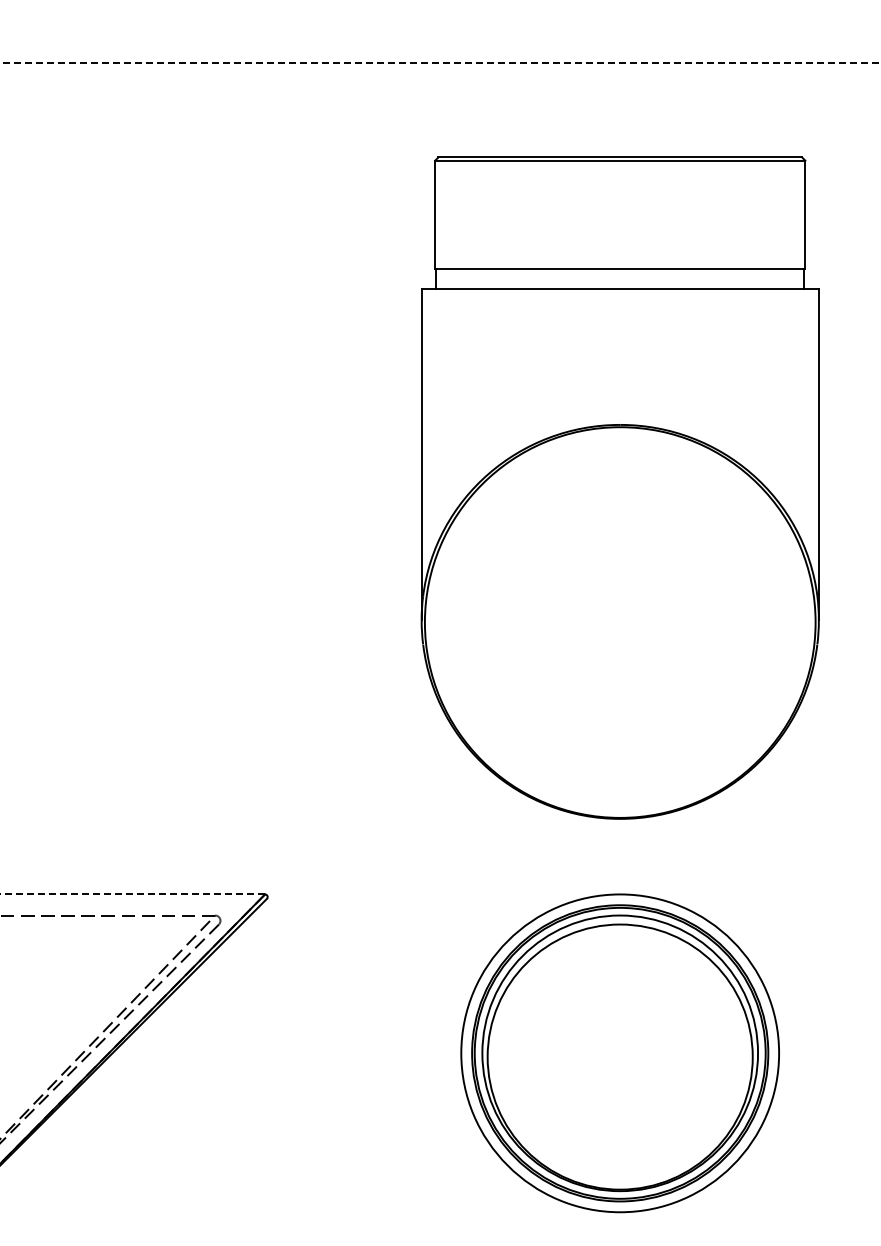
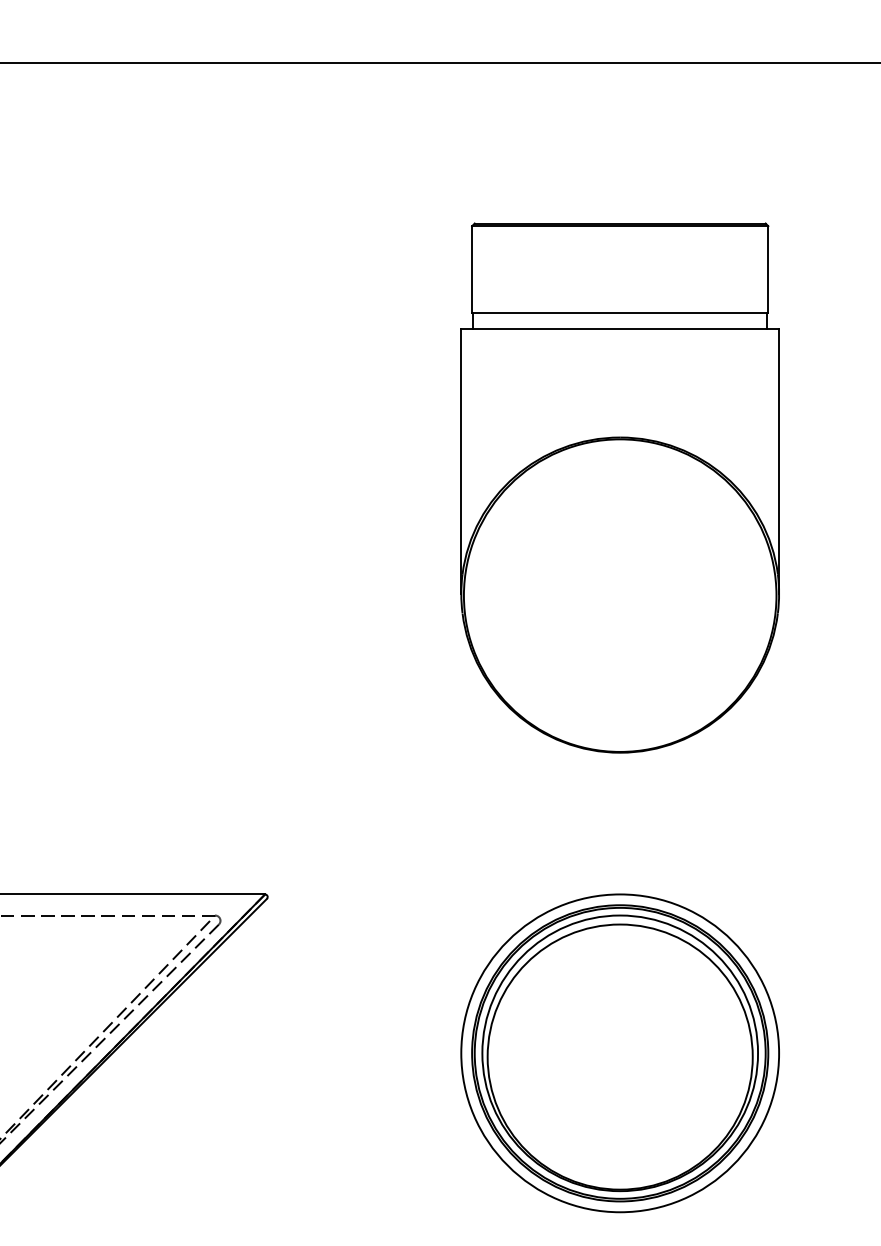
line at (440, 63): dashed -> solid
part at (619, 487) size: 400x664 px -> 320x532 px
line at (132, 894): dashed -> solid
